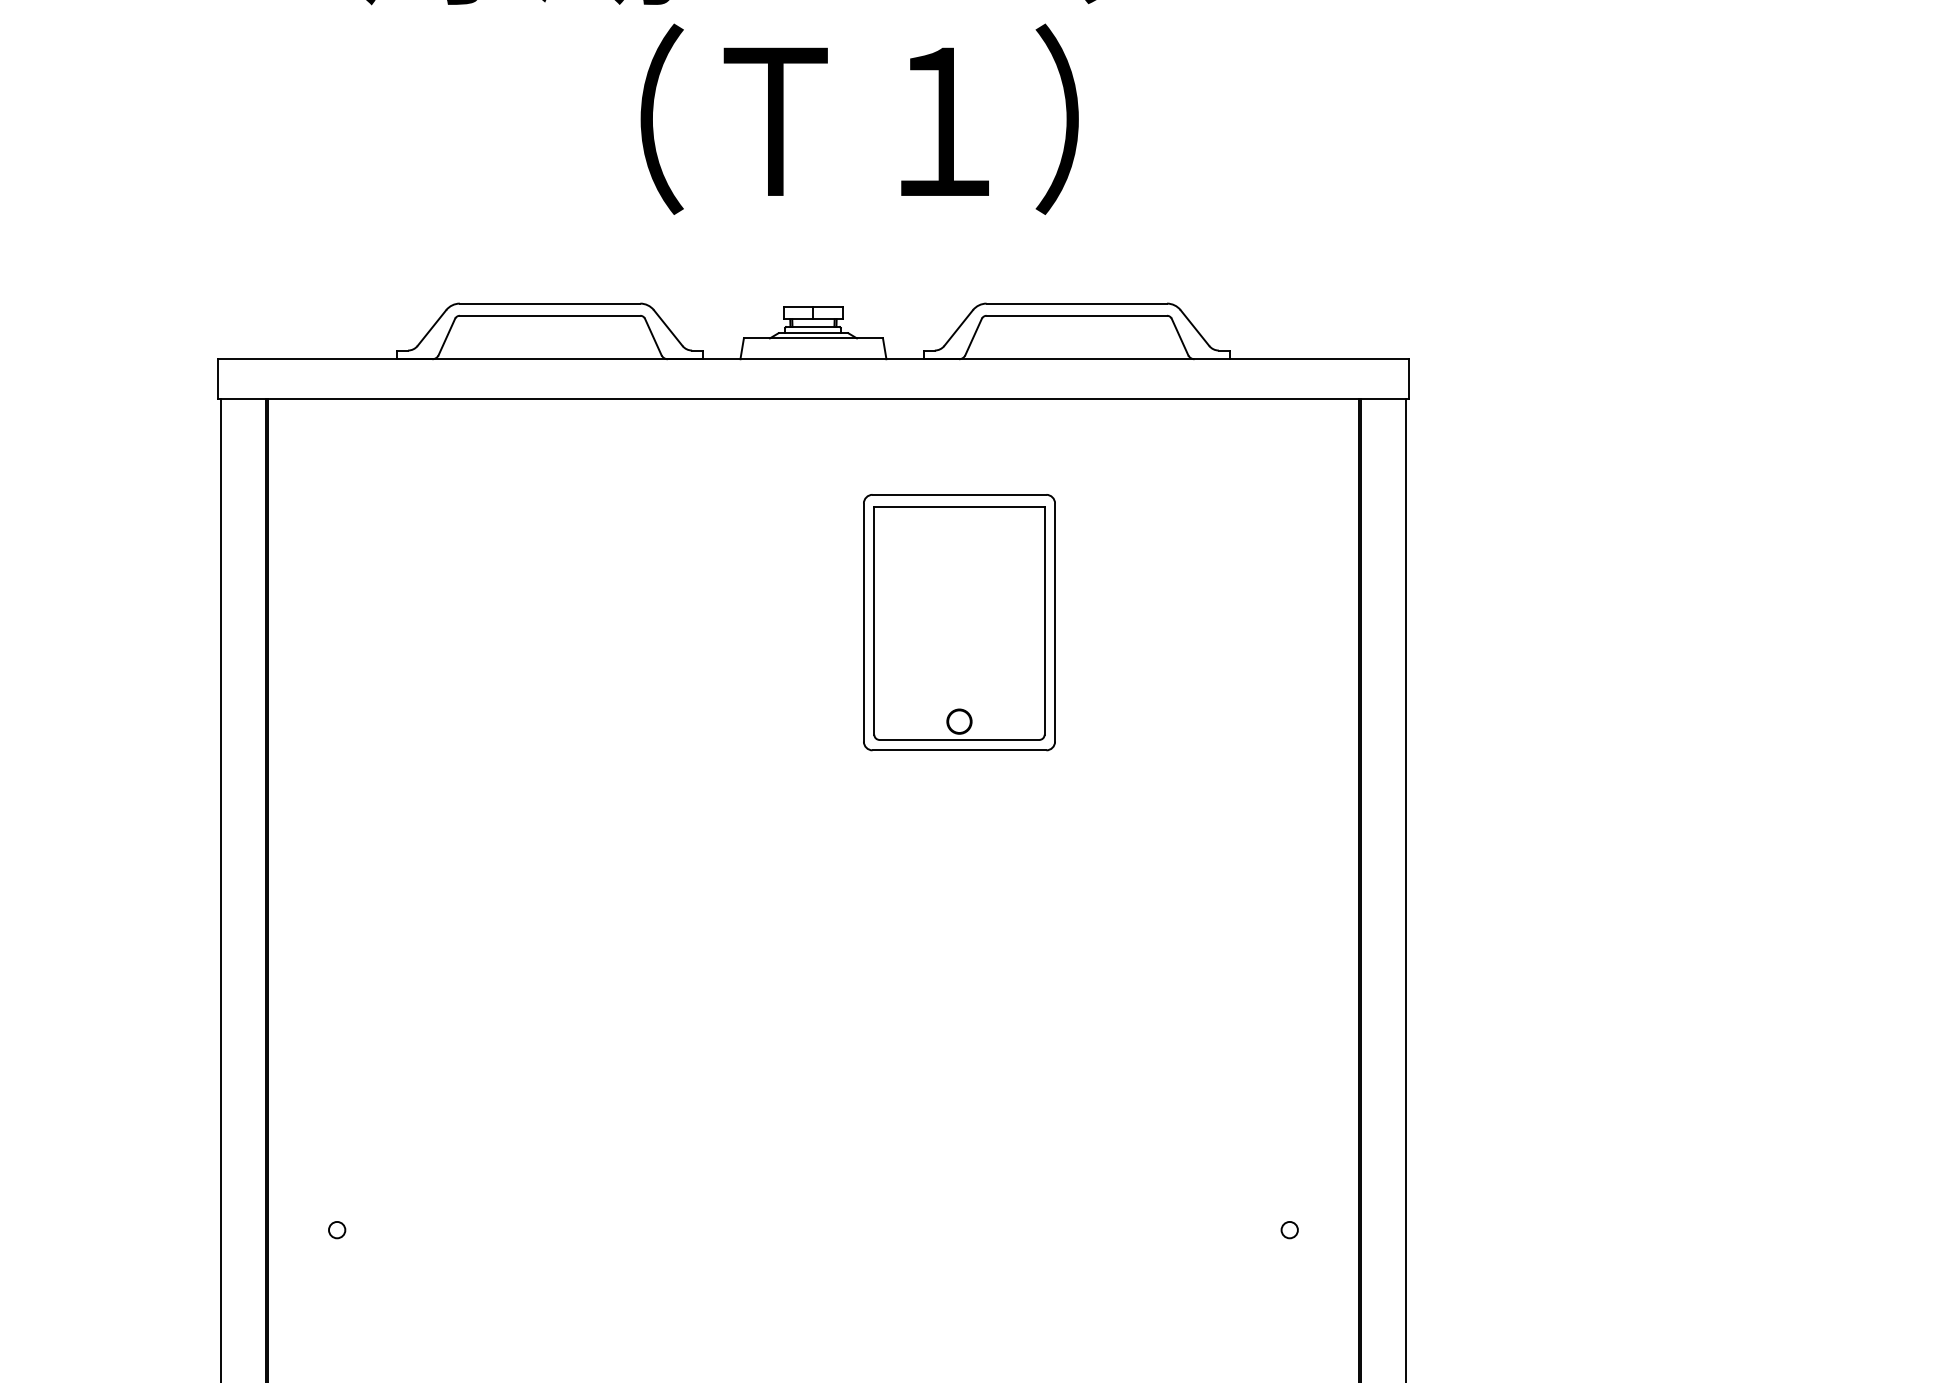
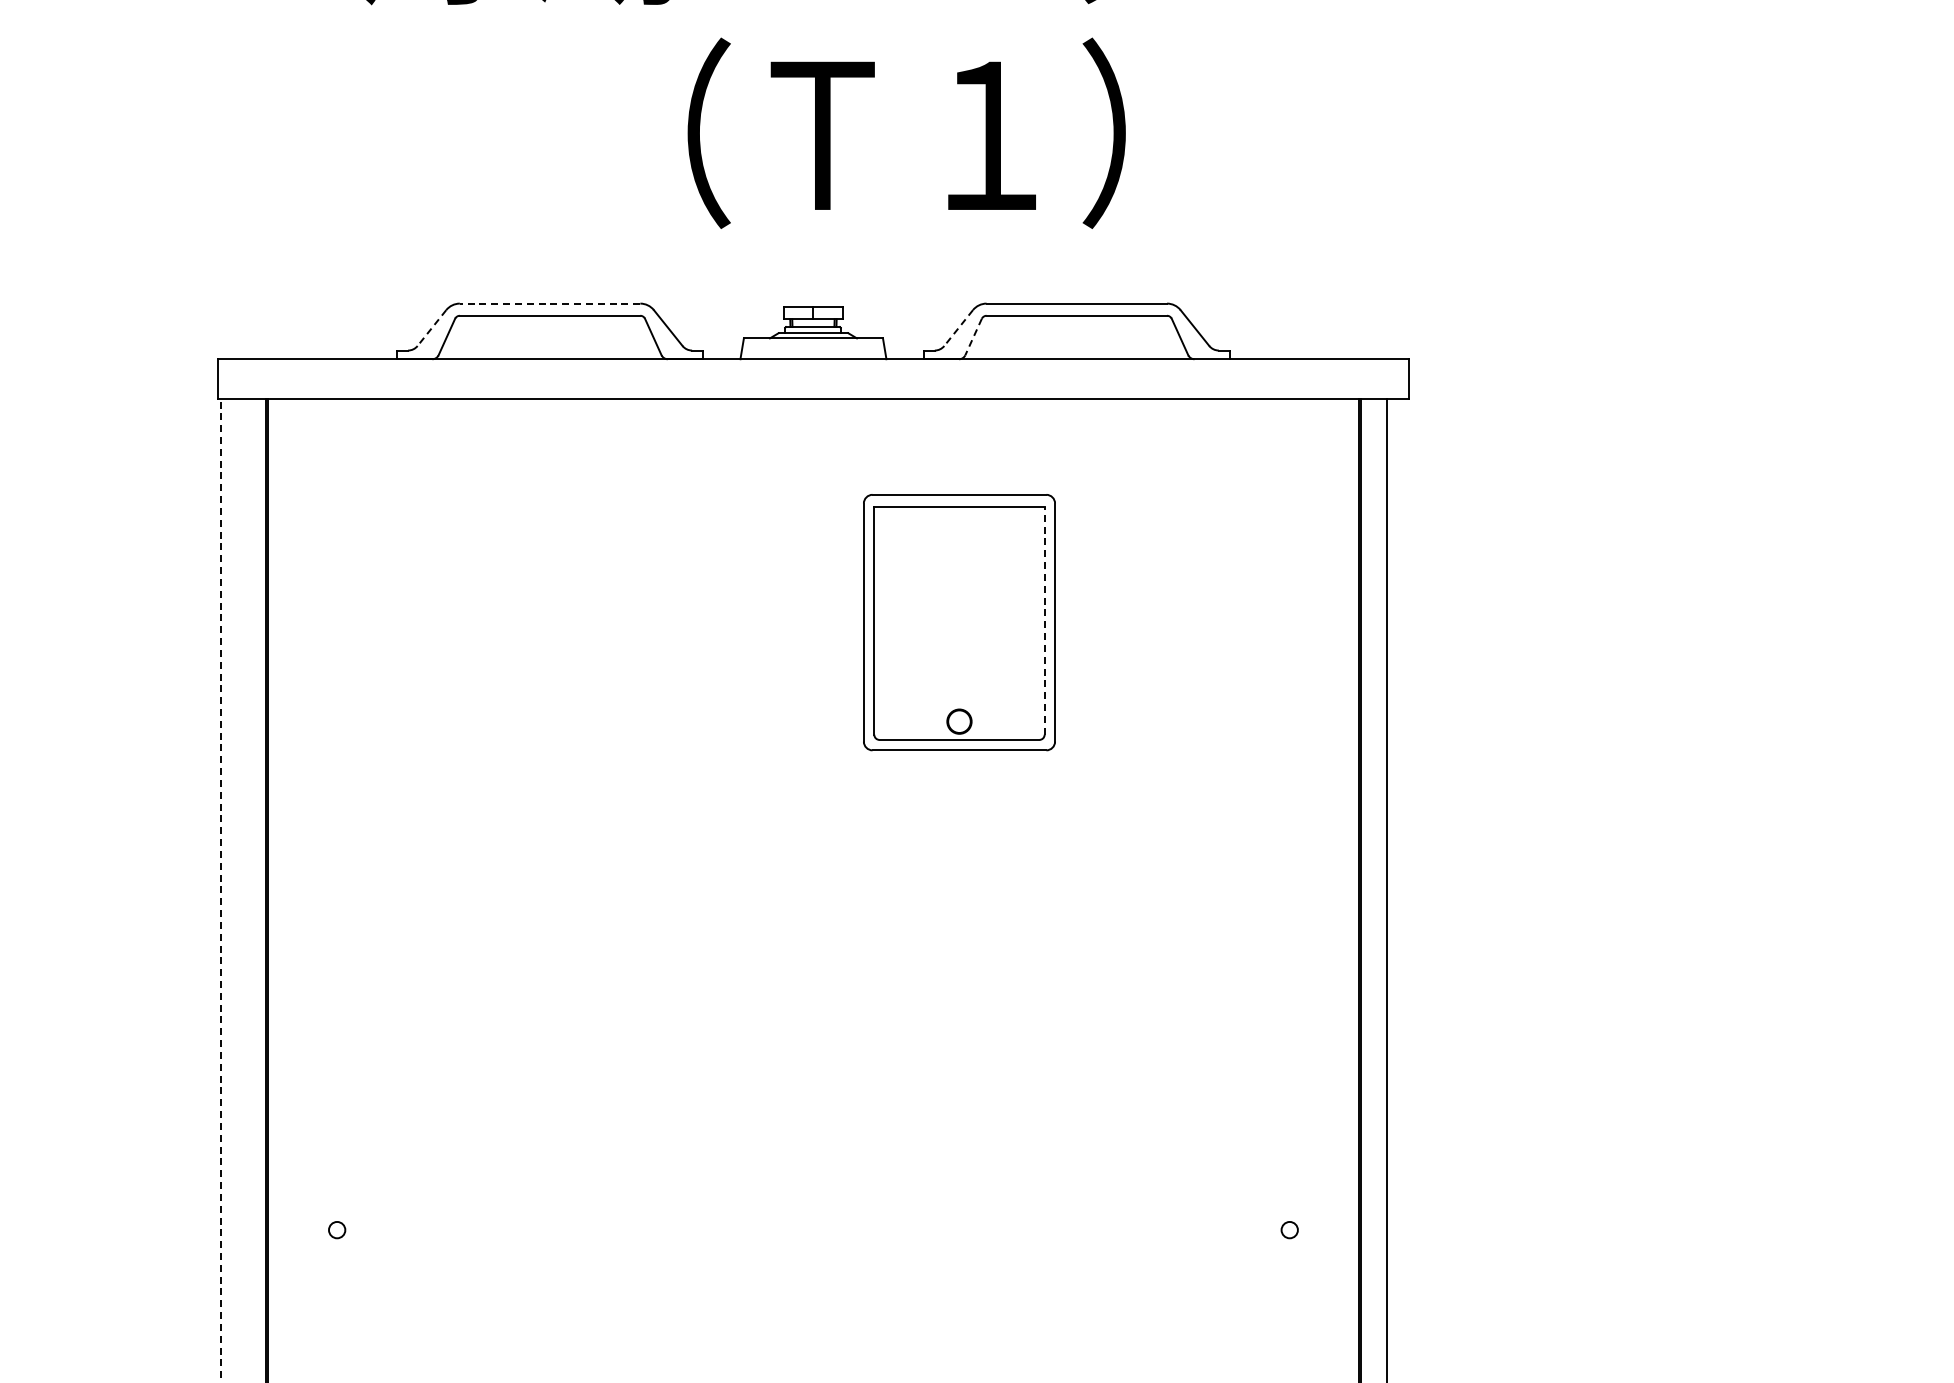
text at (859, 118) position: (859, 118) -> (906, 132)
line at (549, 303): solid -> dashed
line at (431, 328): solid -> dashed
line at (958, 328): solid -> dashed
line at (973, 337): solid -> dashed
line at (1044, 620): solid -> dashed
line at (1405, 889) position: (1405, 889) -> (1386, 889)
line at (221, 890): solid -> dashed
